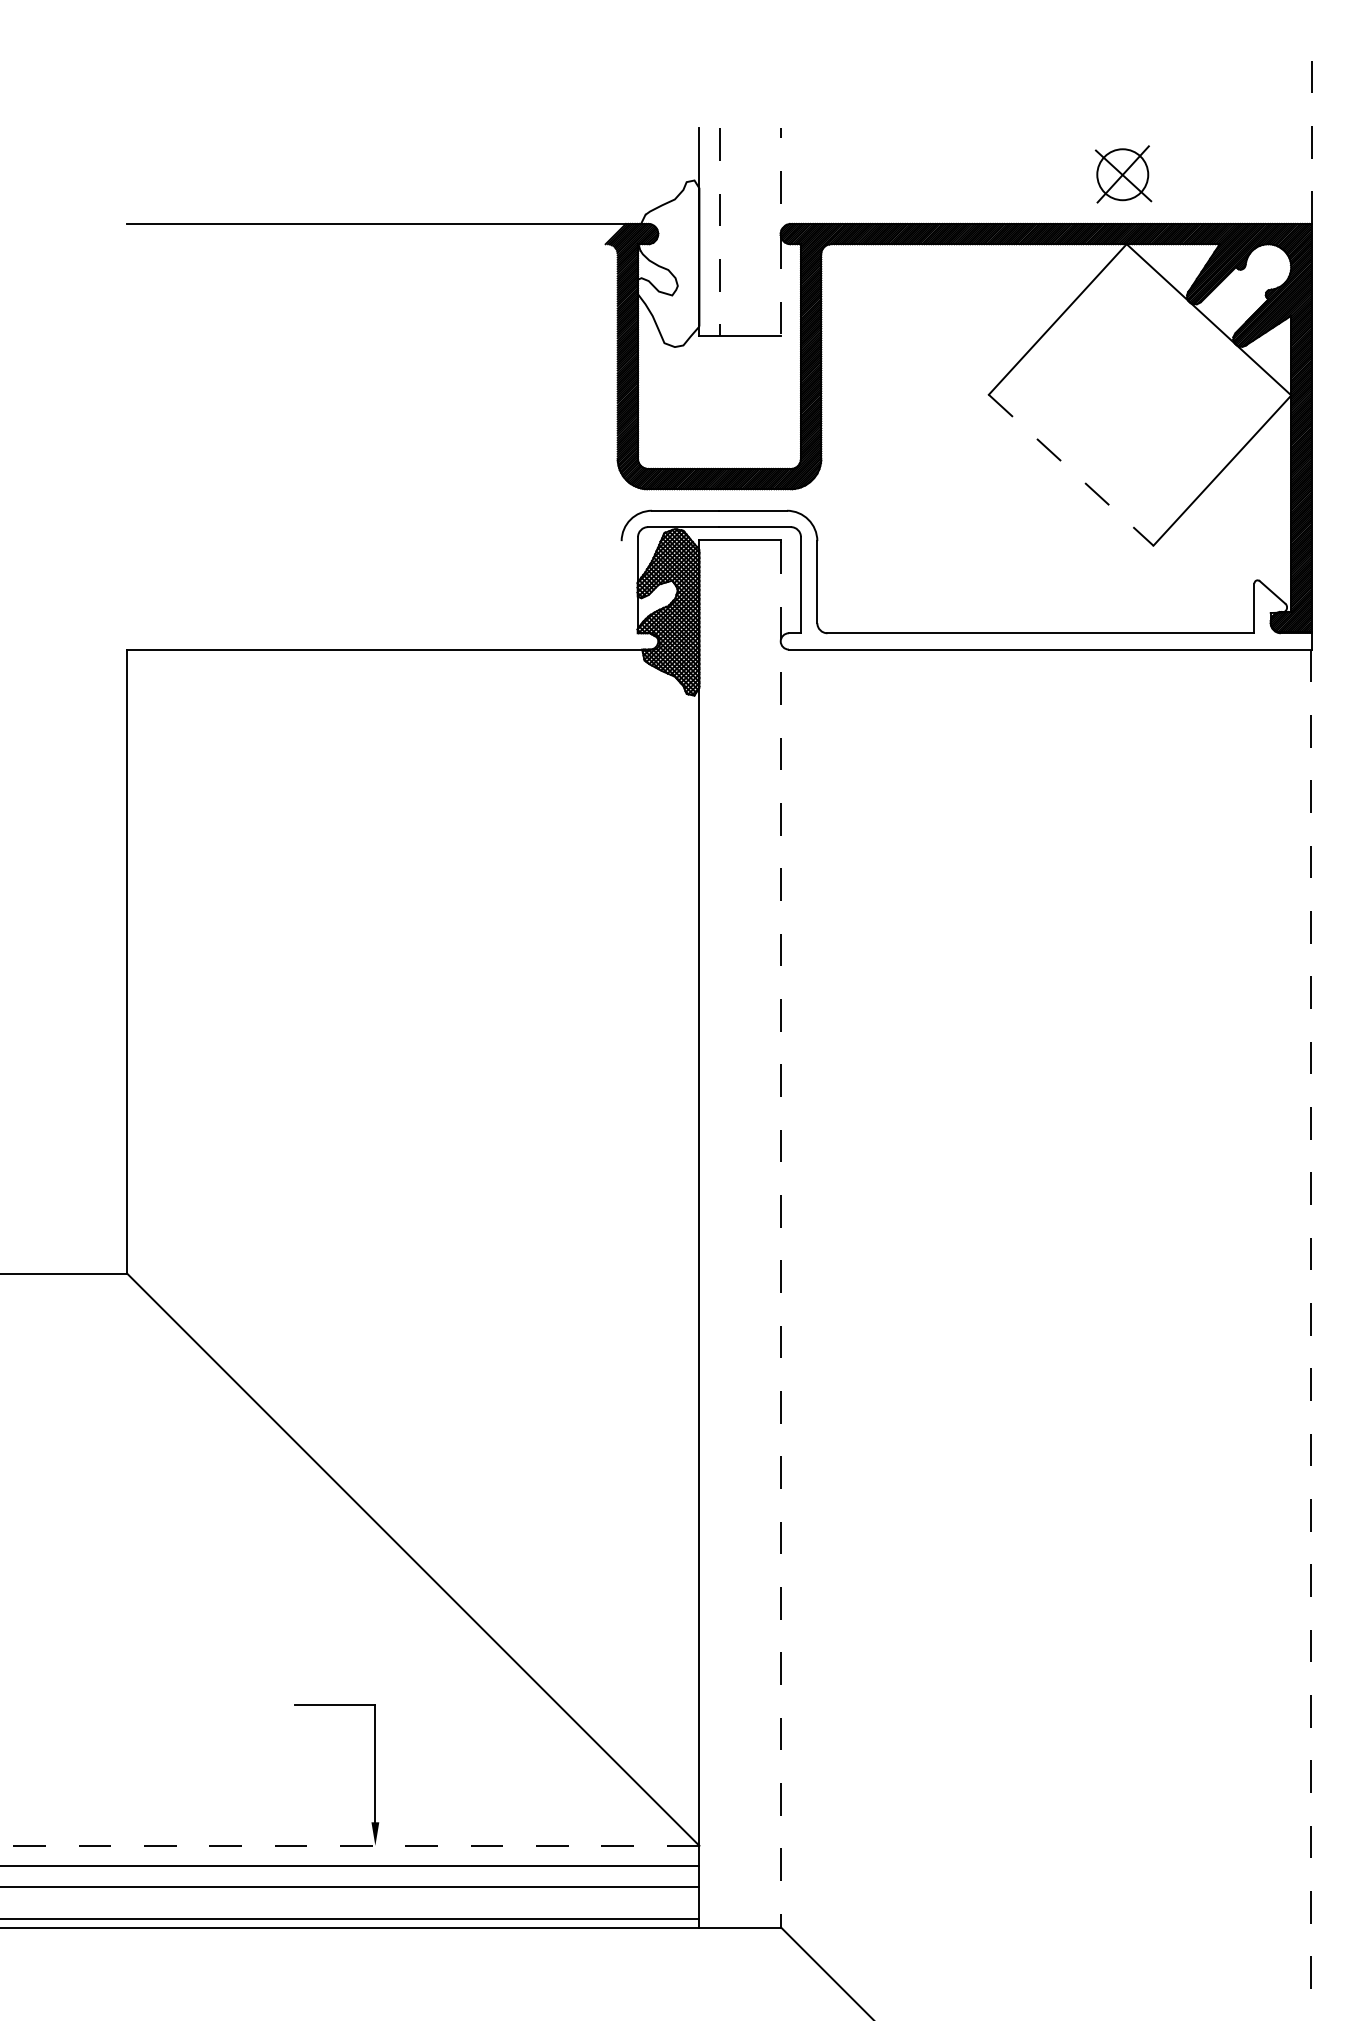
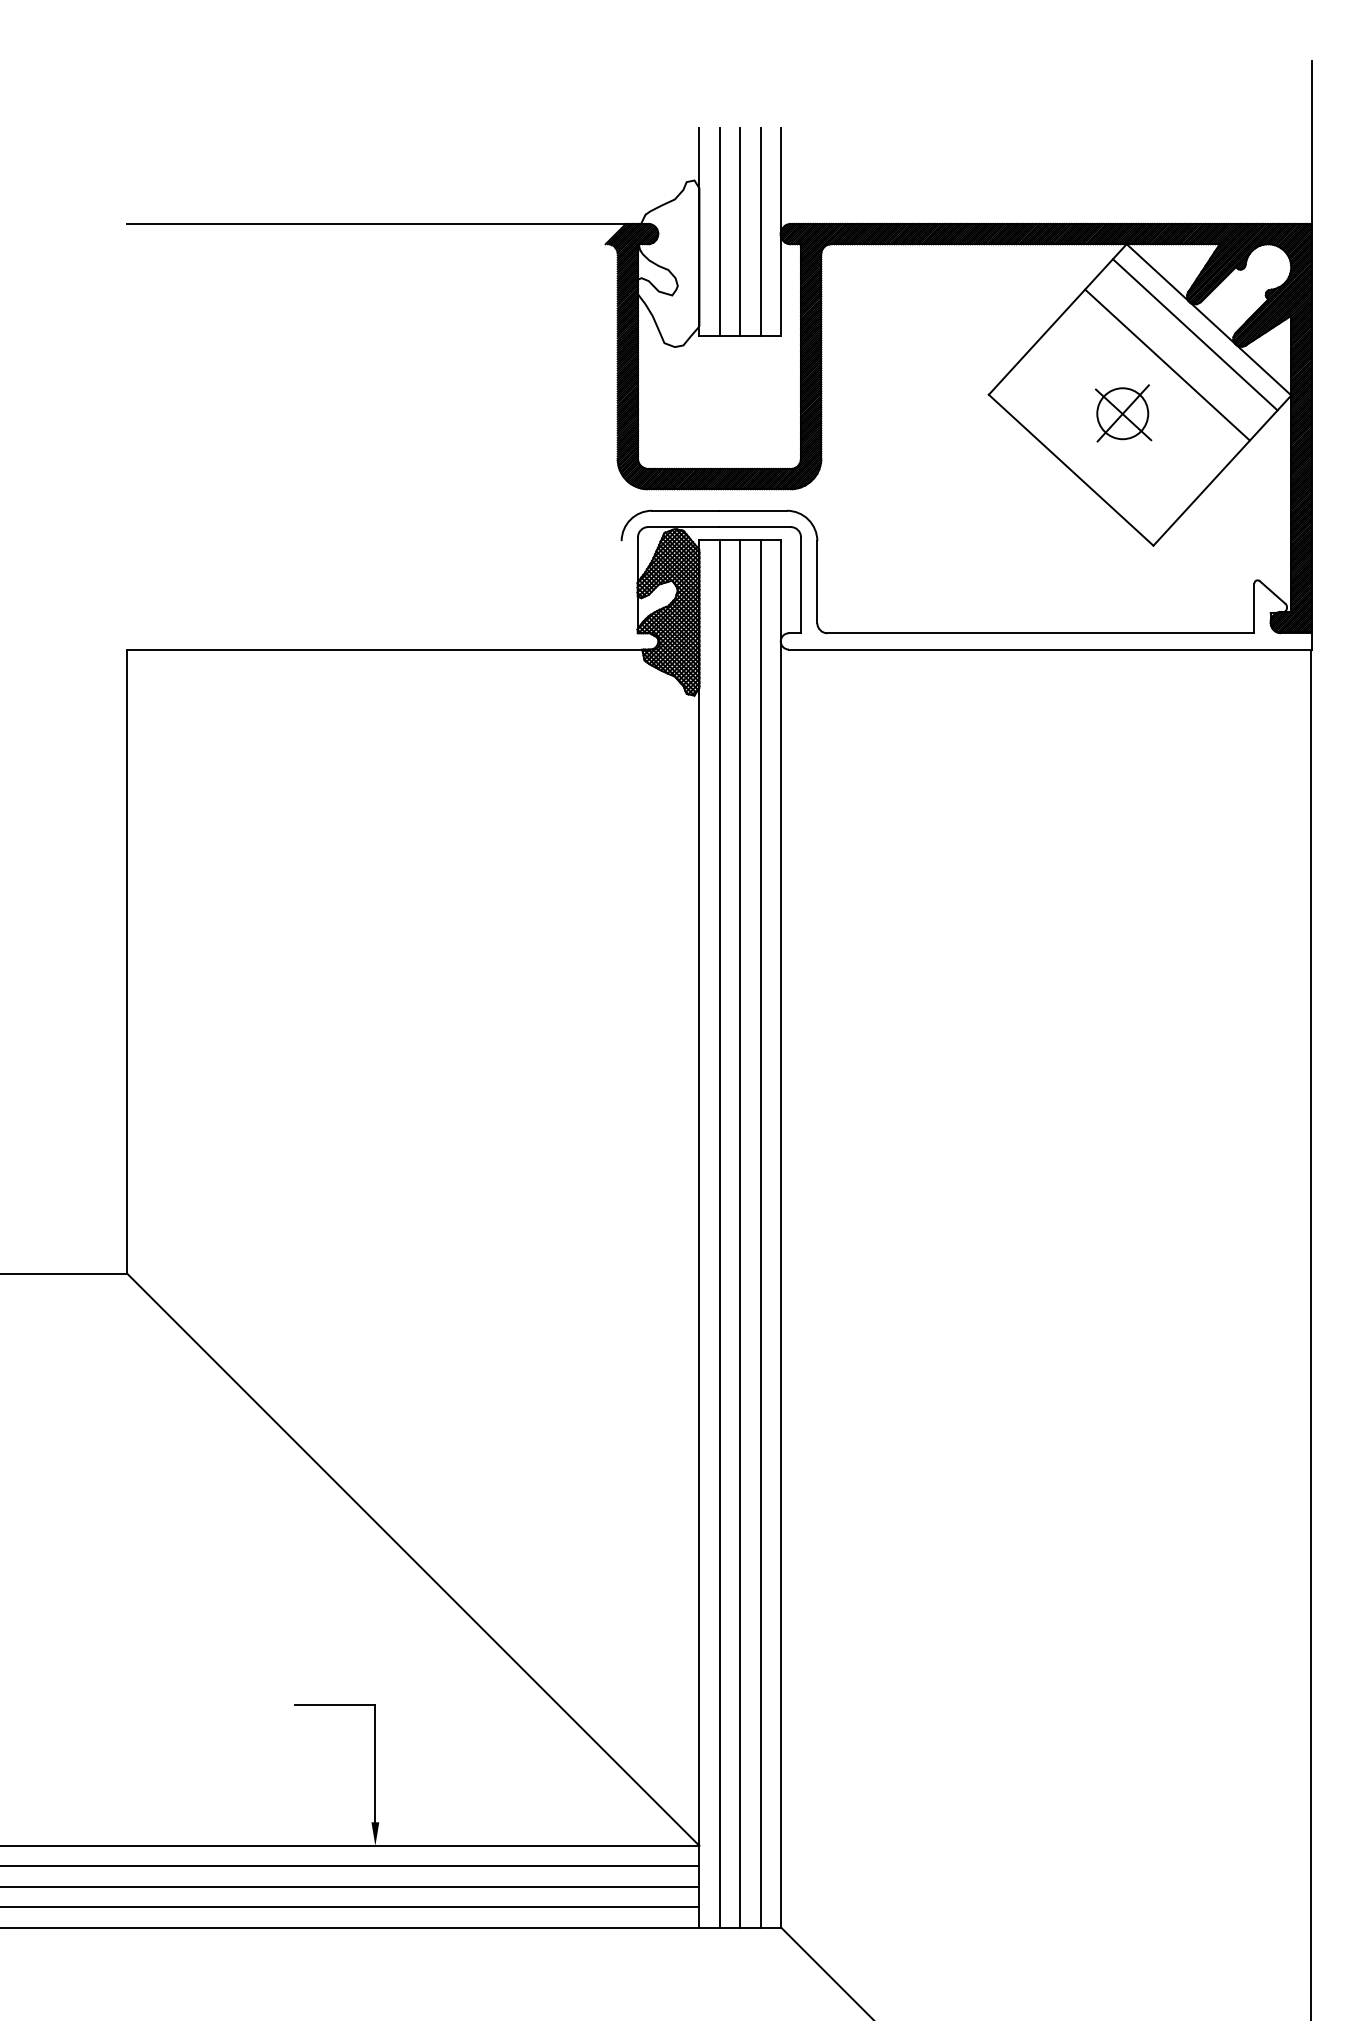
line at (1311, 142): dashed -> solid
part at (1123, 174) position: (1123, 174) -> (1123, 413)
line at (781, 230): dashed -> solid
line at (719, 232): dashed -> solid
line at (740, 232): none -> present
line at (760, 232): none -> present
line at (1194, 334): none -> present
line at (1167, 364): none -> present
line at (1071, 470): dashed -> solid
line at (719, 1233): none -> present
line at (740, 1233): none -> present
line at (760, 1233): none -> present
line at (781, 1234): dashed -> solid
line at (1311, 1335): dashed -> solid
line at (349, 1845): dashed -> solid
line at (350, 1918) position: (350, 1918) -> (350, 1906)
